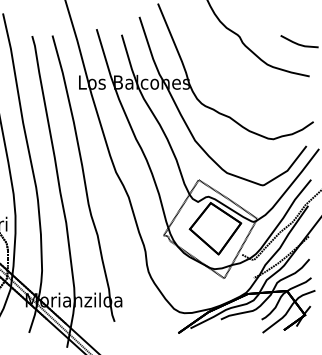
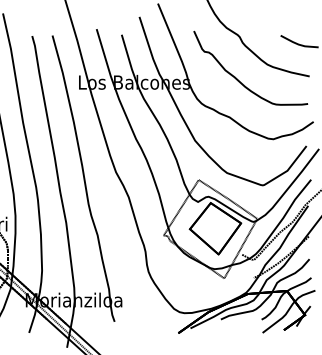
curve at (238, 79): none -> present
